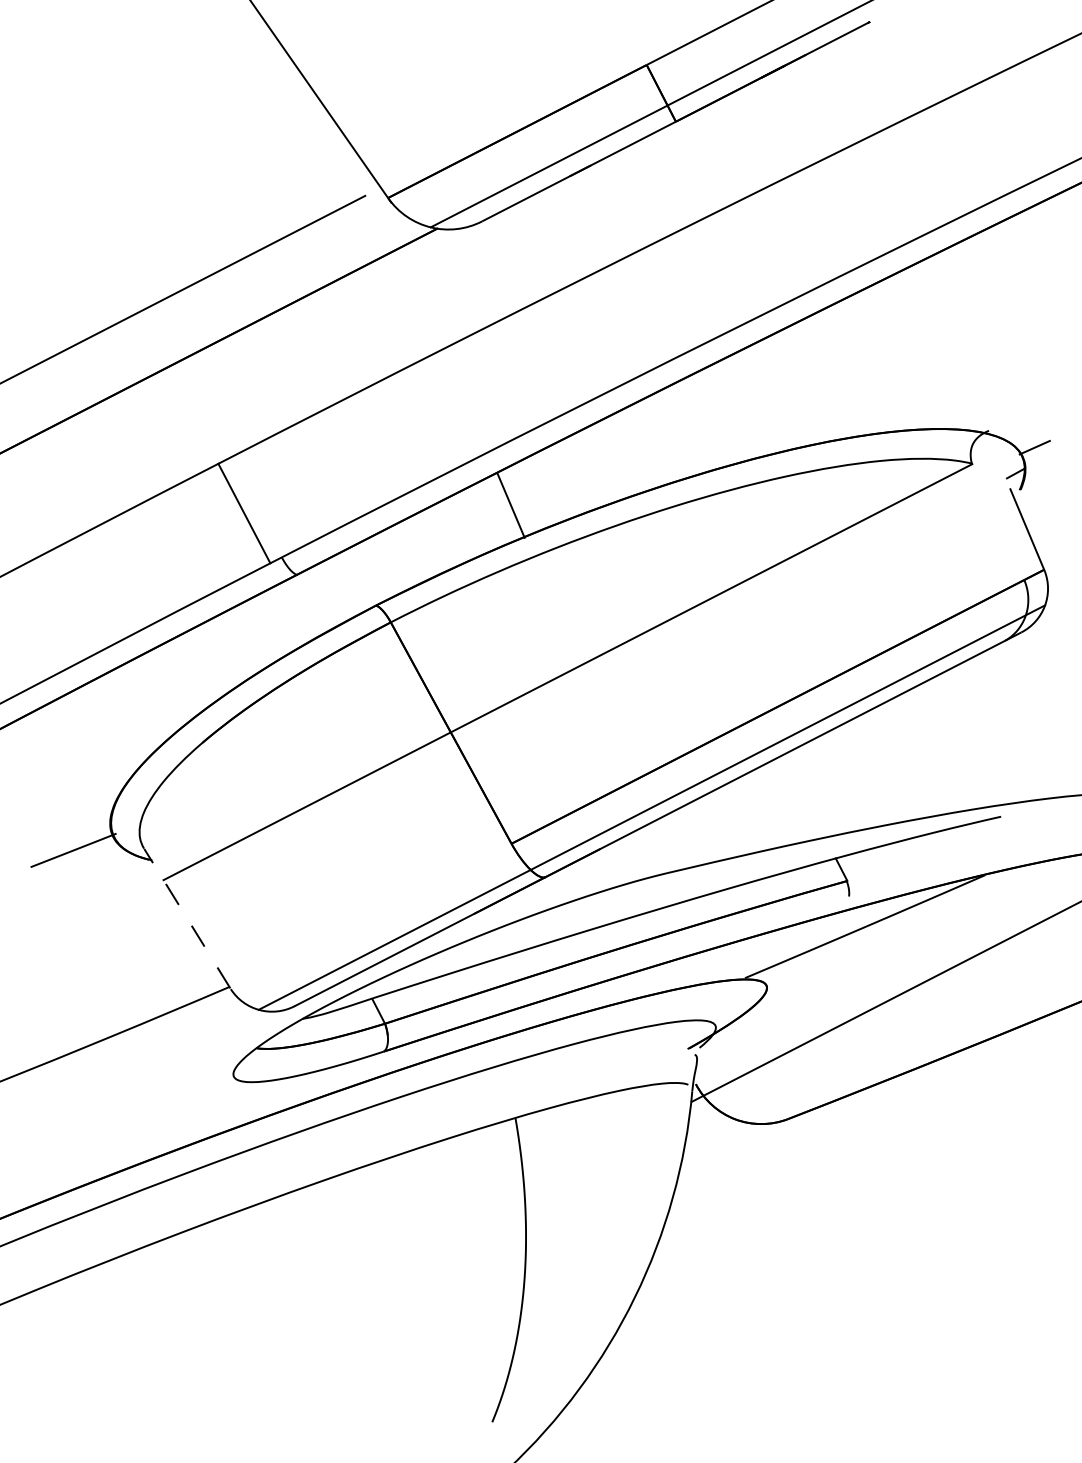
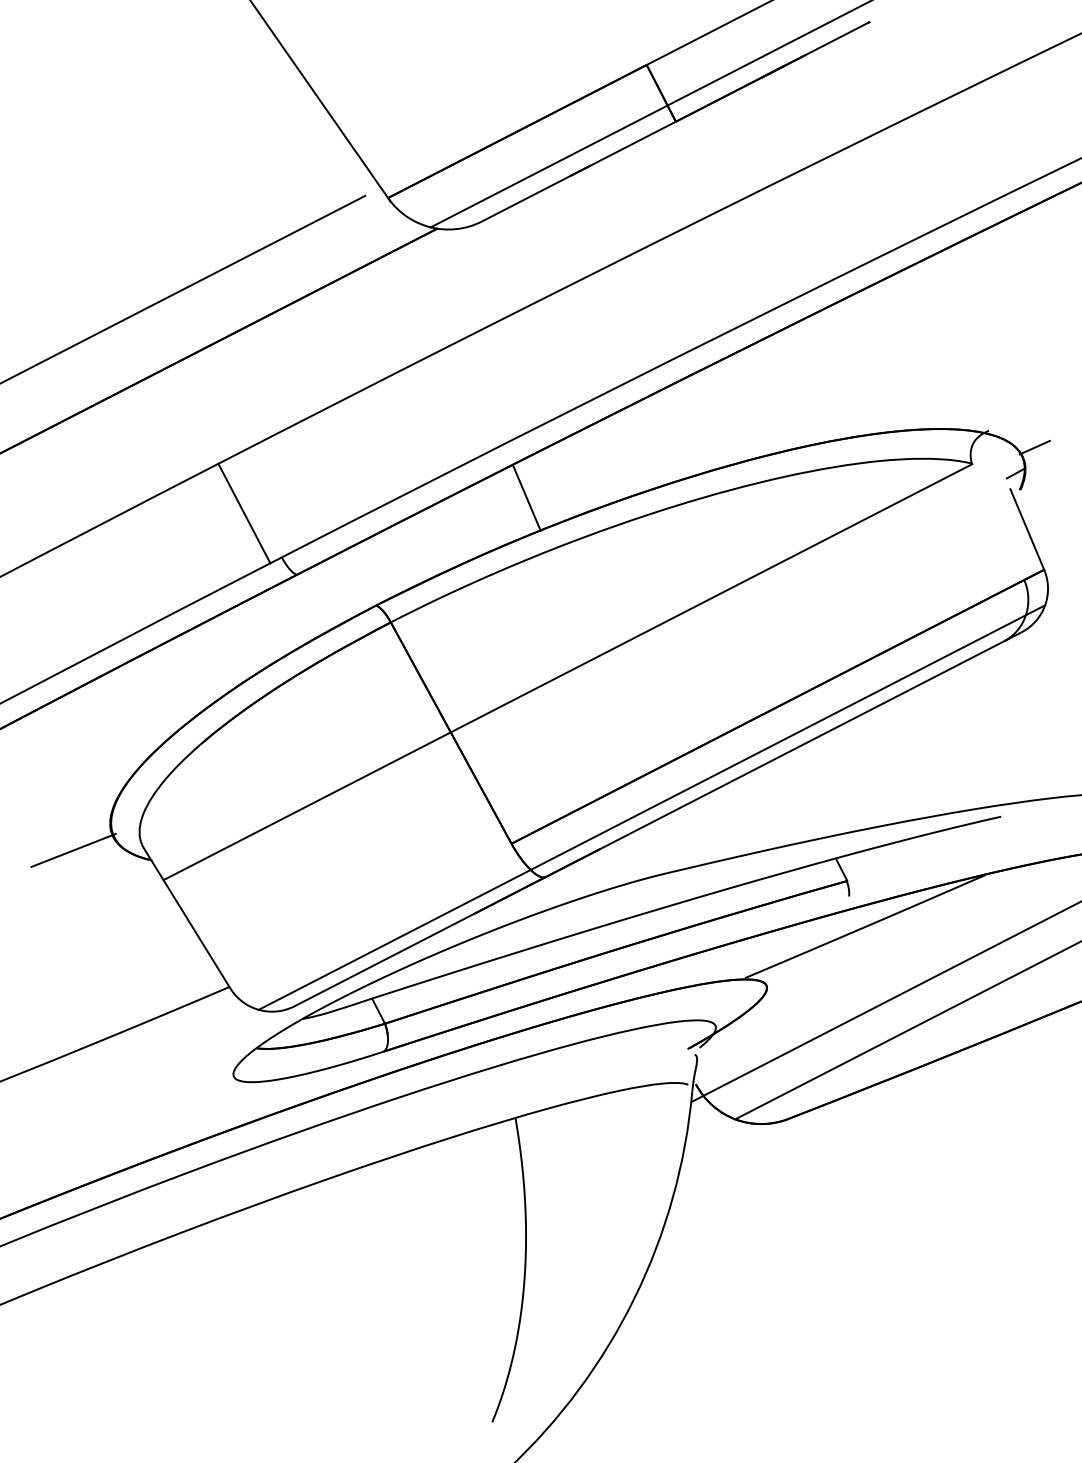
line at (510, 505) position: (510, 505) -> (526, 498)
line at (187, 918): dashed -> solid
line at (906, 1030): none -> present
